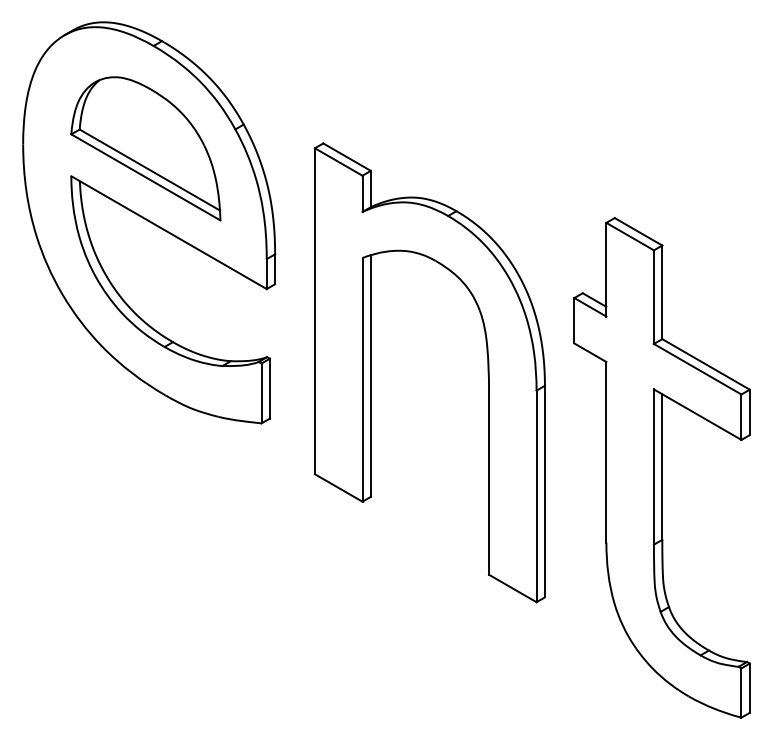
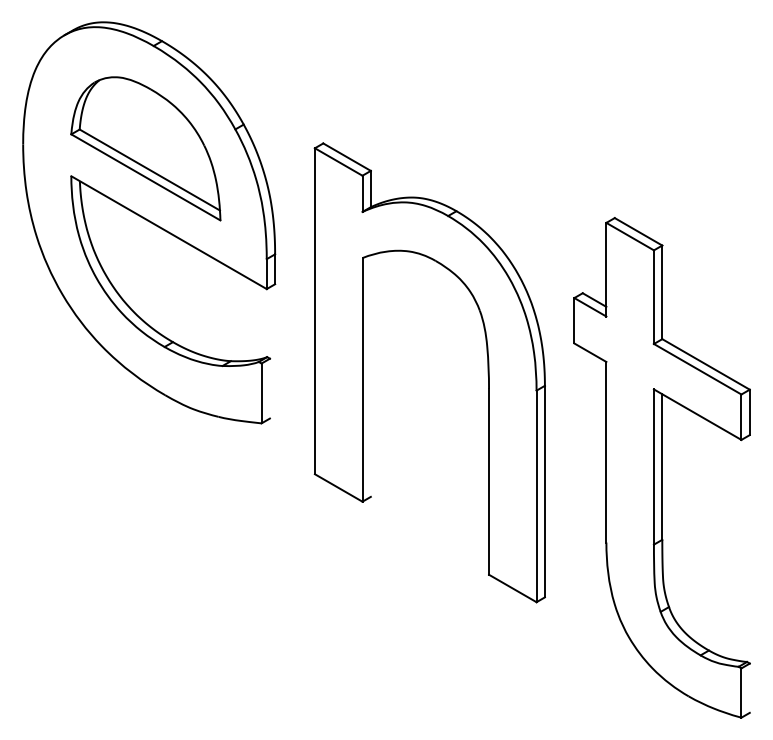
line at (370, 375): present -> none
line at (269, 388): present -> none
line at (749, 687): present -> none
